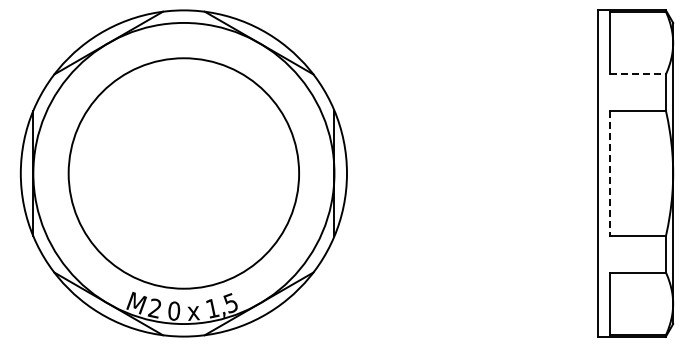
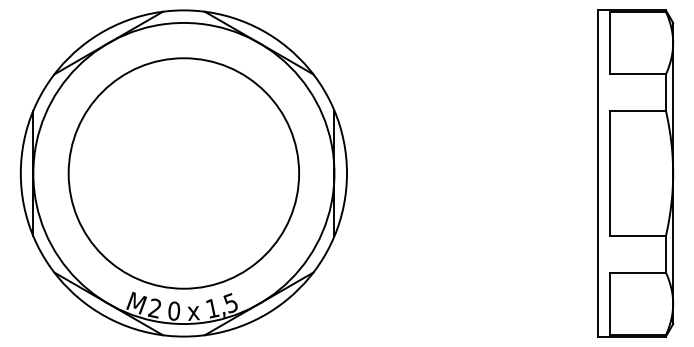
line at (638, 74): dashed -> solid
line at (610, 173): dashed -> solid
